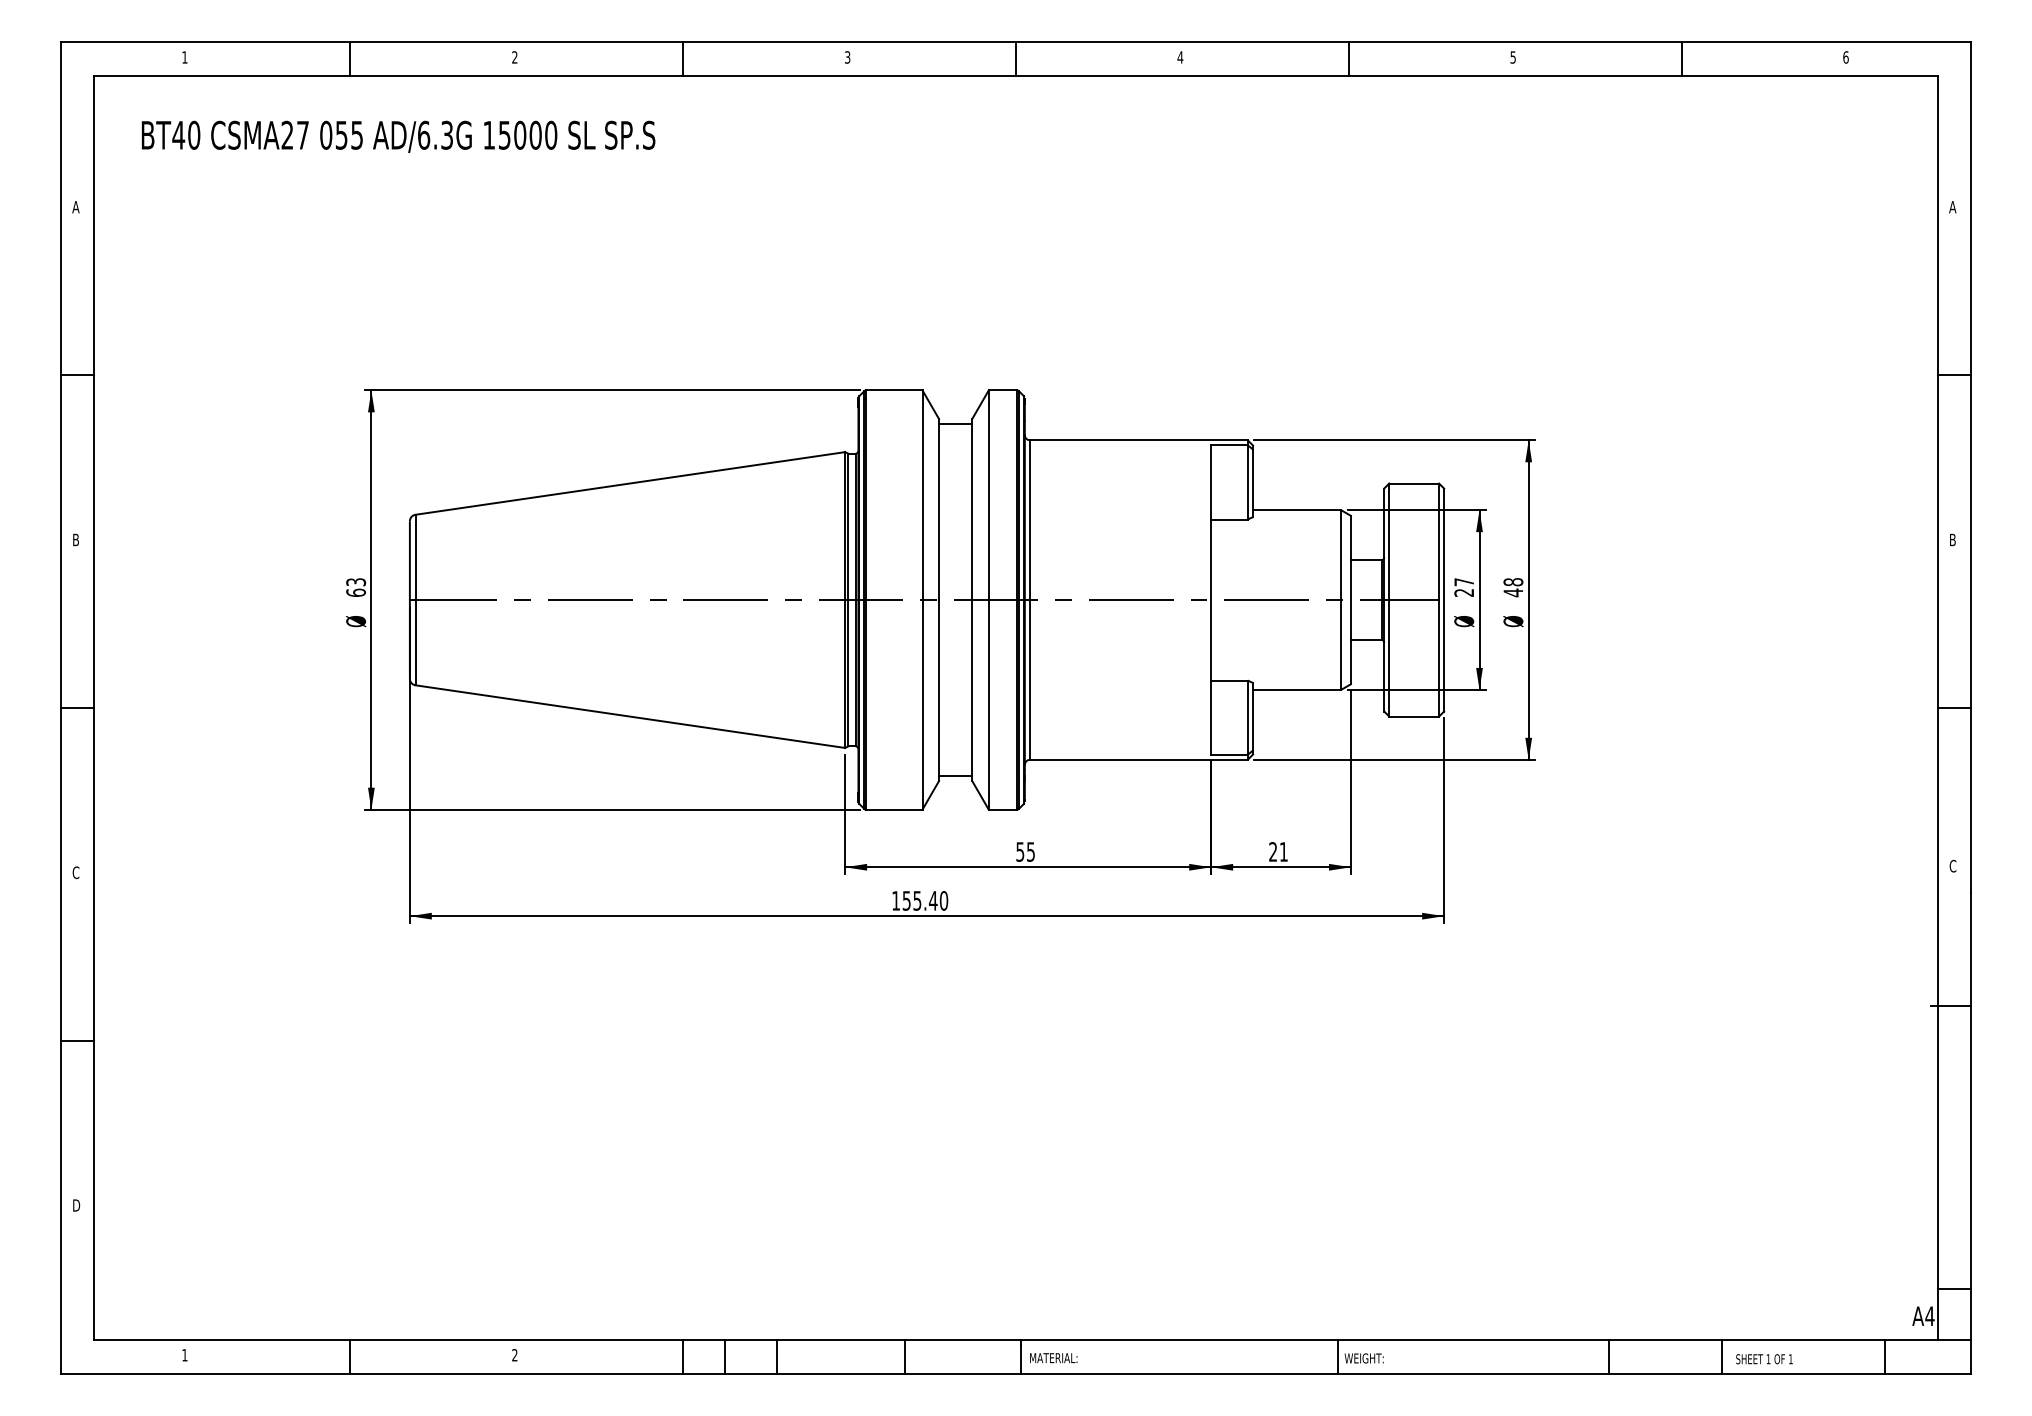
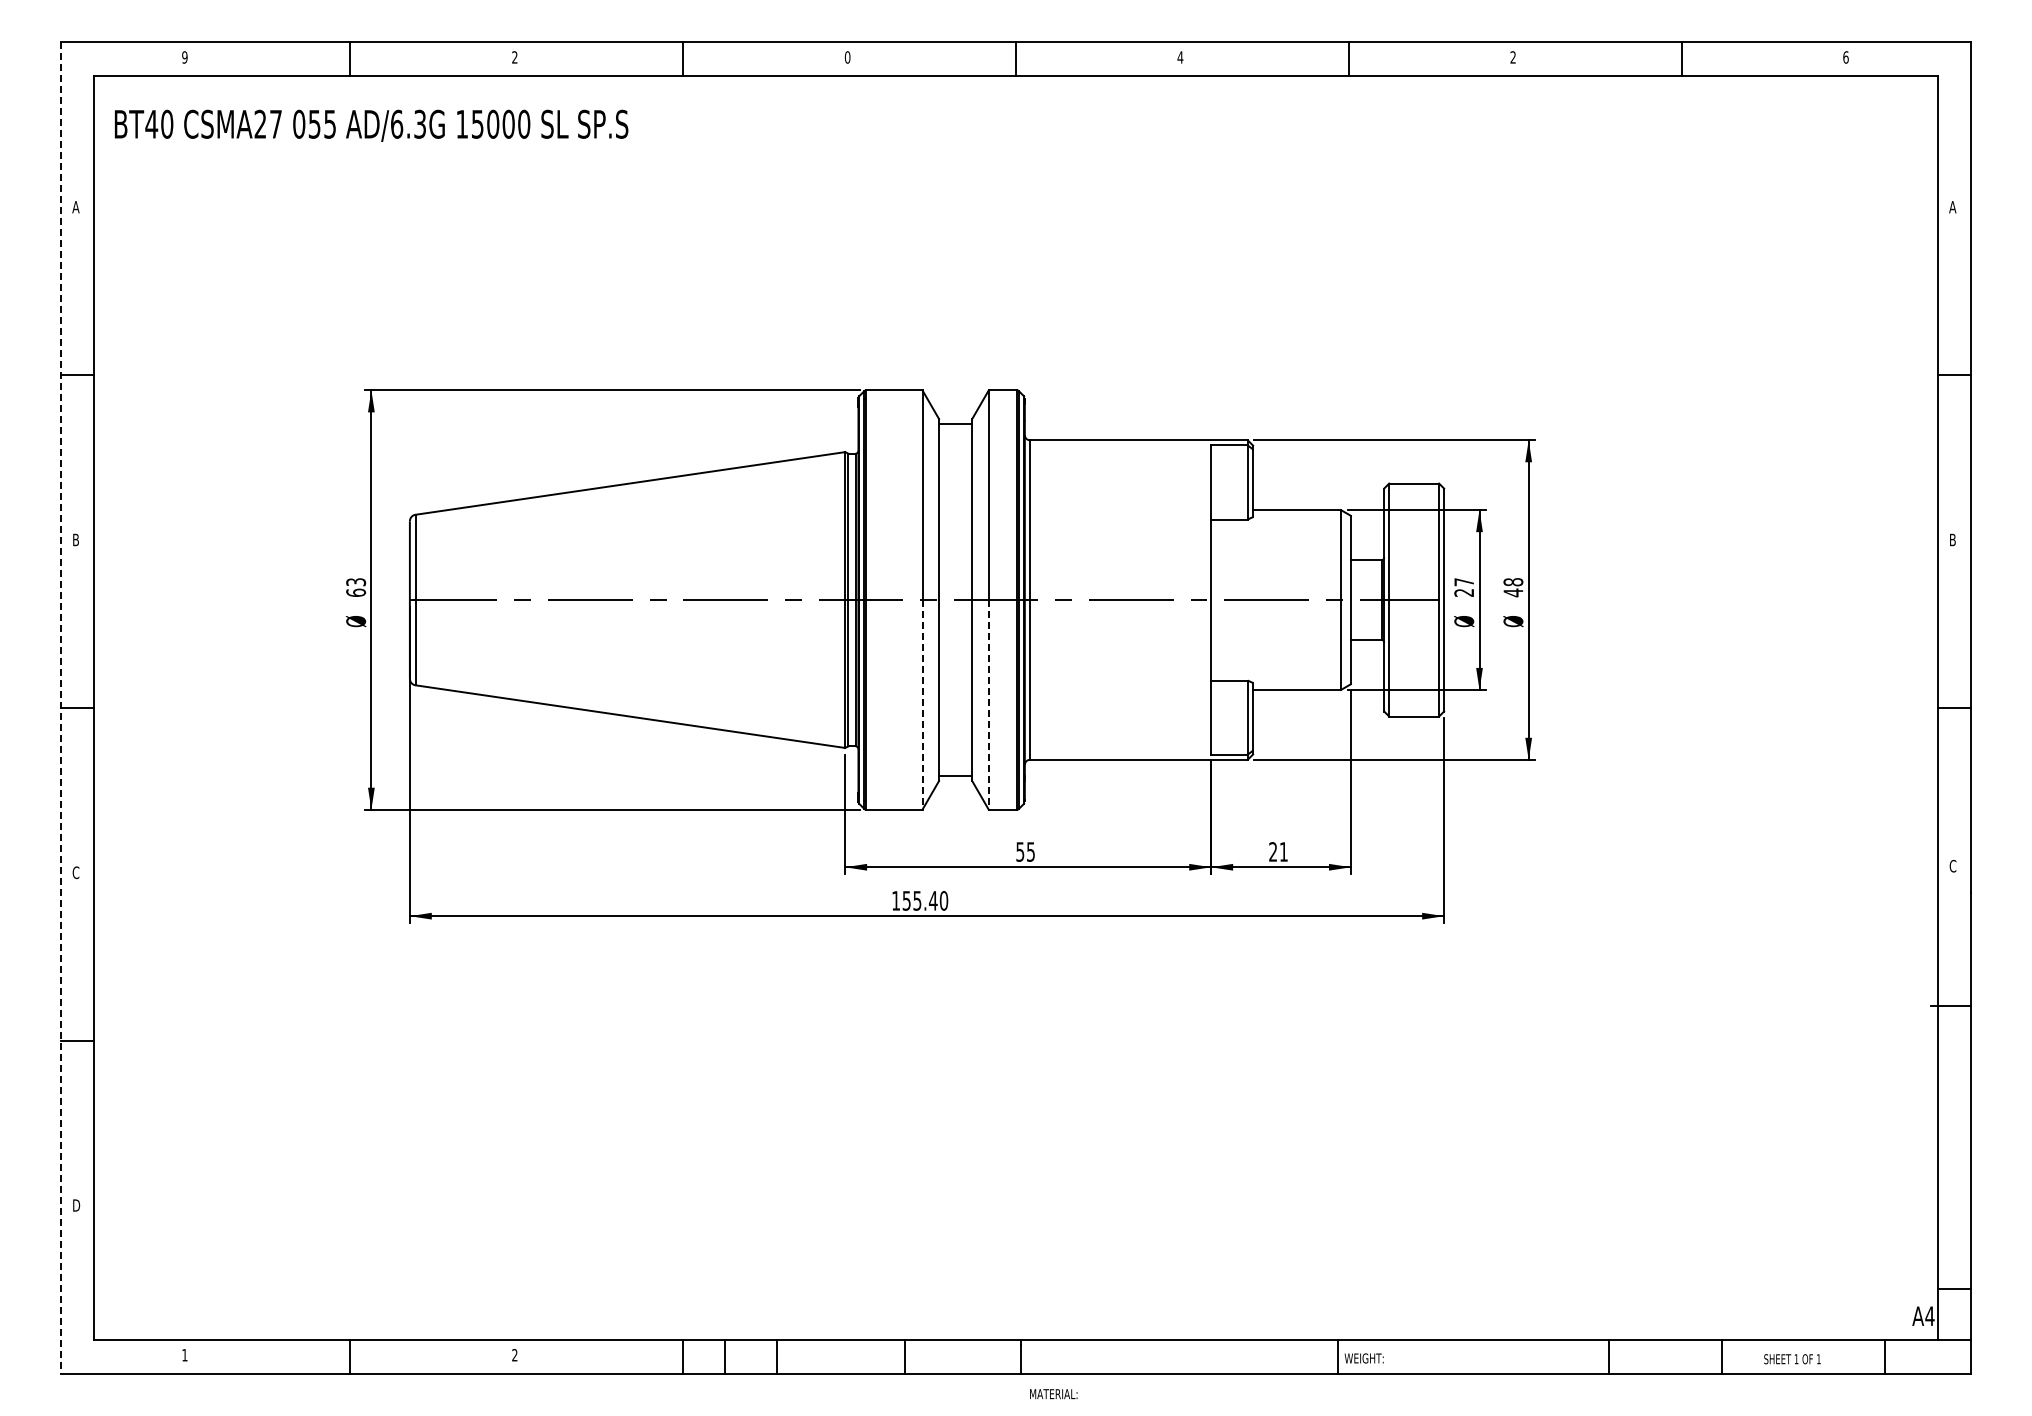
text at (184, 57): 1 -> 9
text at (847, 57): 3 -> 0
text at (1512, 57): 5 -> 2
text at (398, 136) position: (398, 136) -> (371, 125)
line at (922, 704): solid -> dashed
line at (988, 704): solid -> dashed
line at (60, 707): solid -> dashed
text at (1053, 1358) position: (1053, 1358) -> (1053, 1394)
text at (1764, 1359) position: (1764, 1359) -> (1792, 1359)
